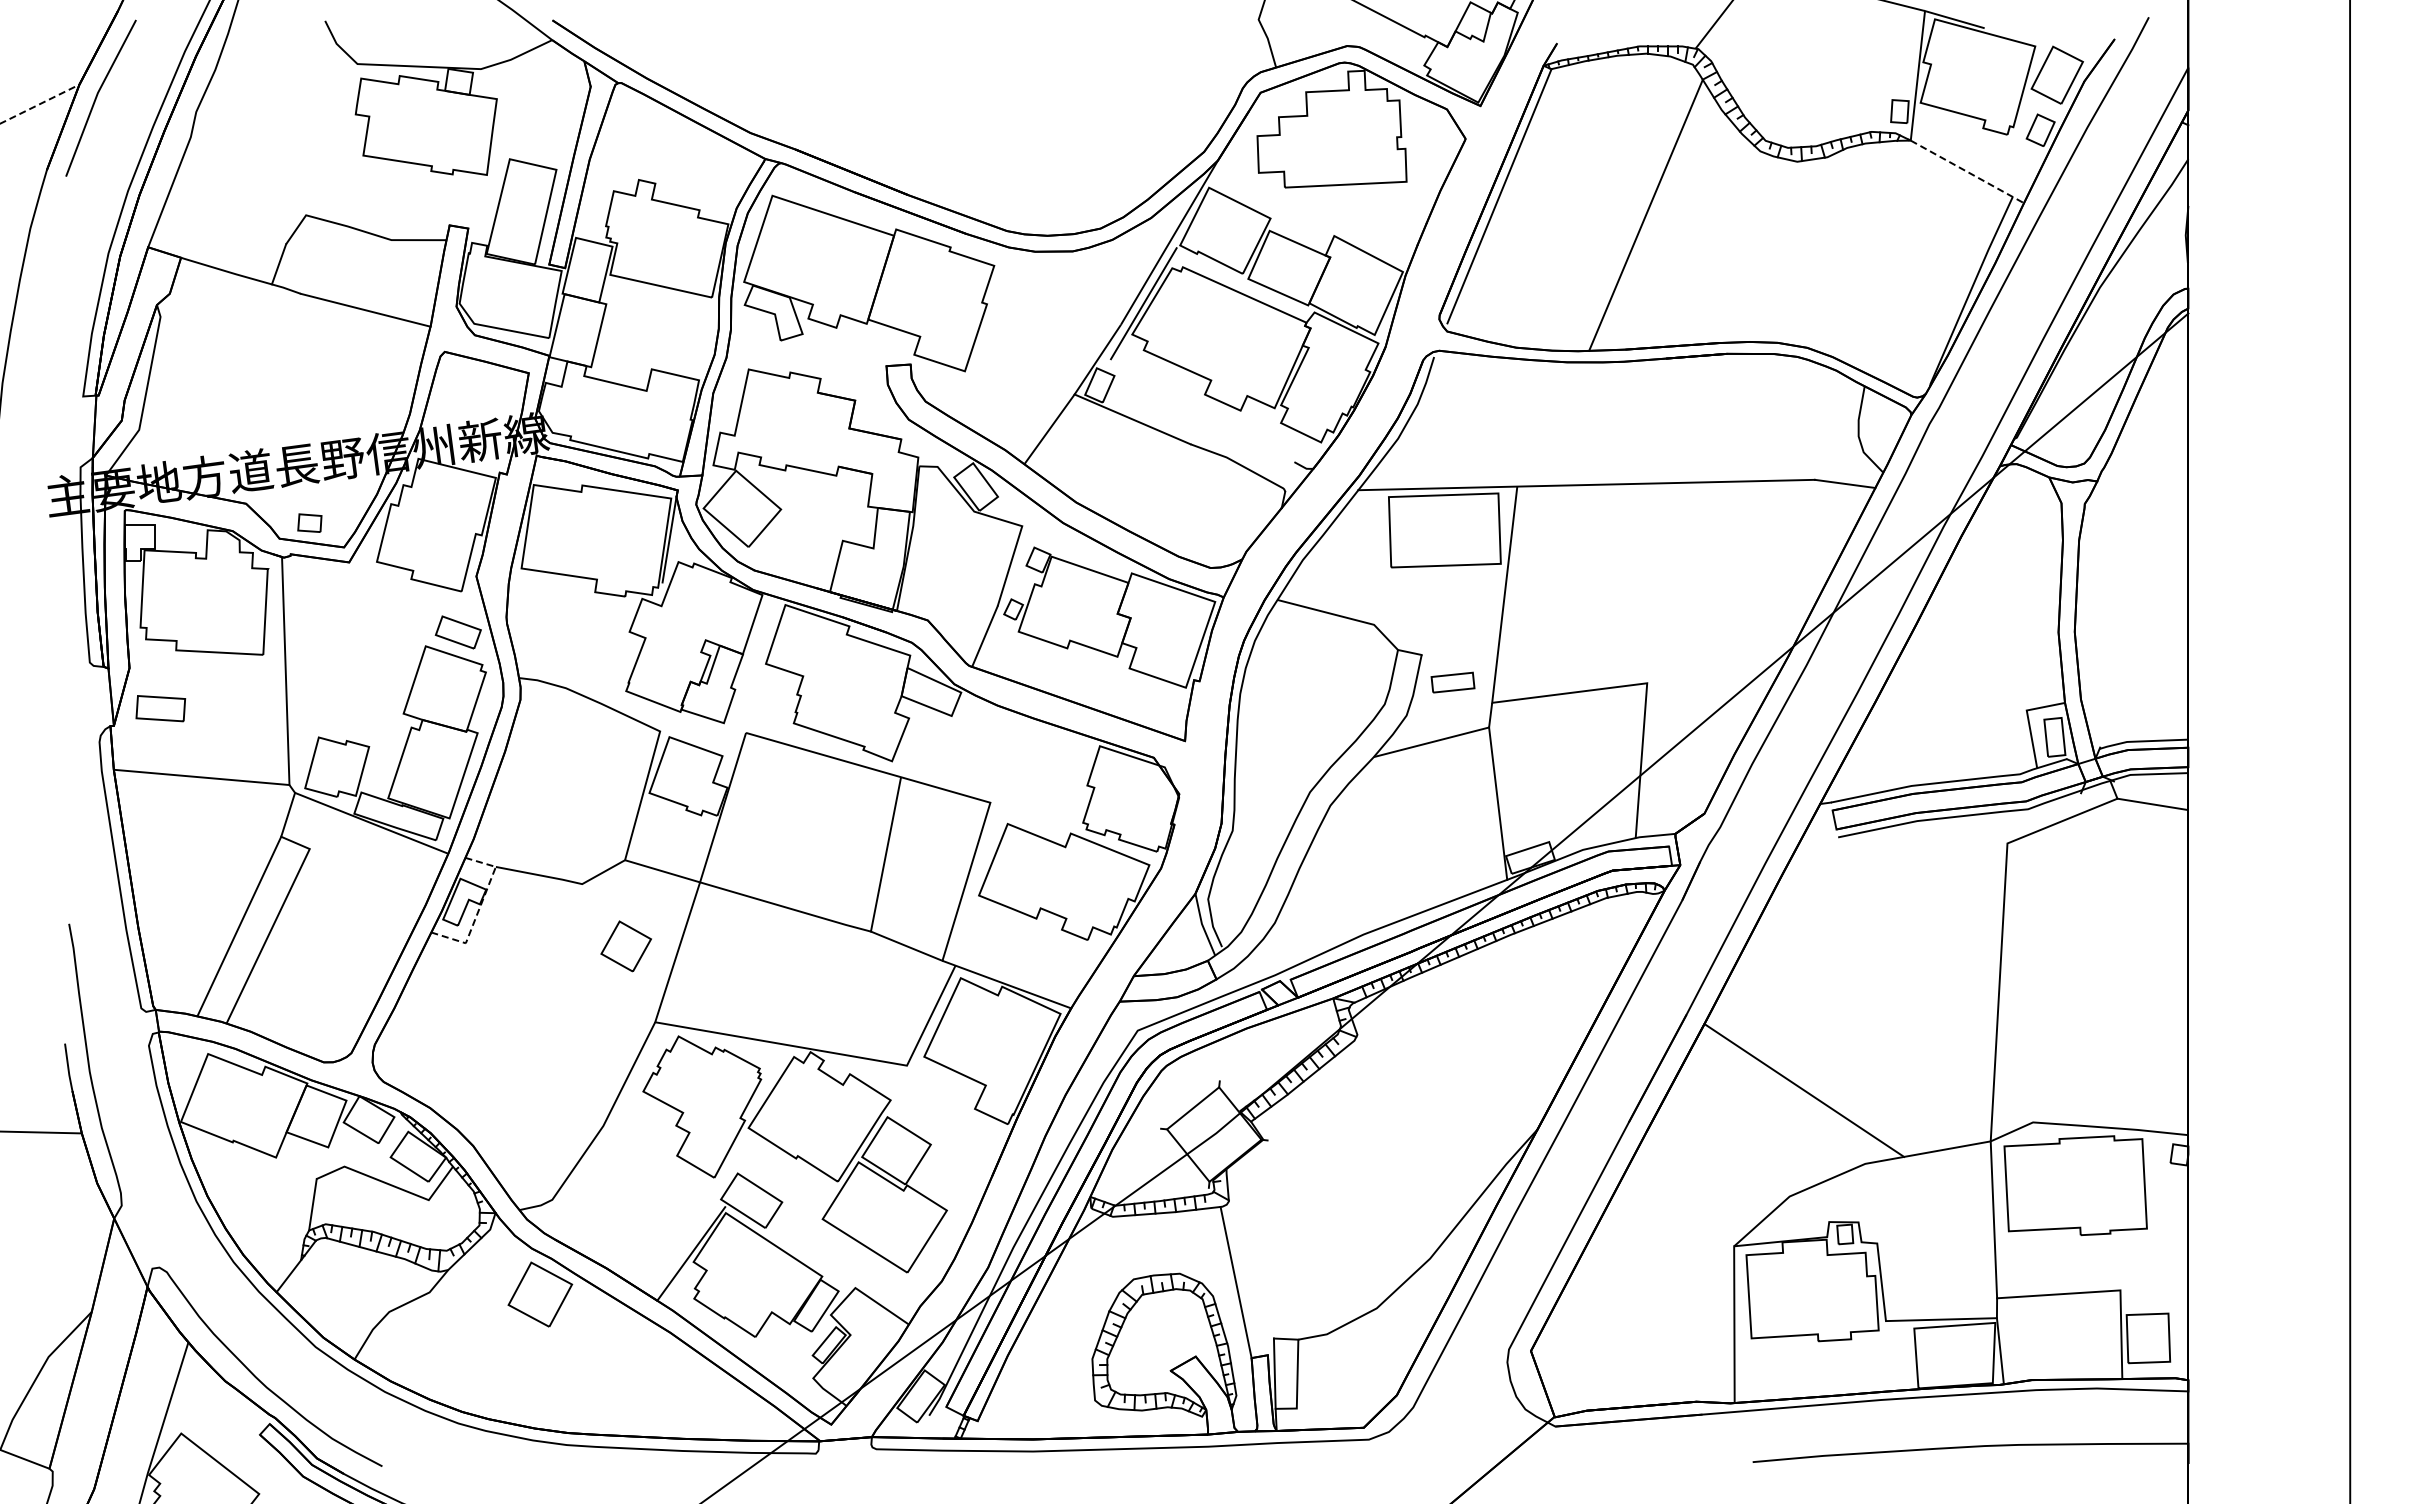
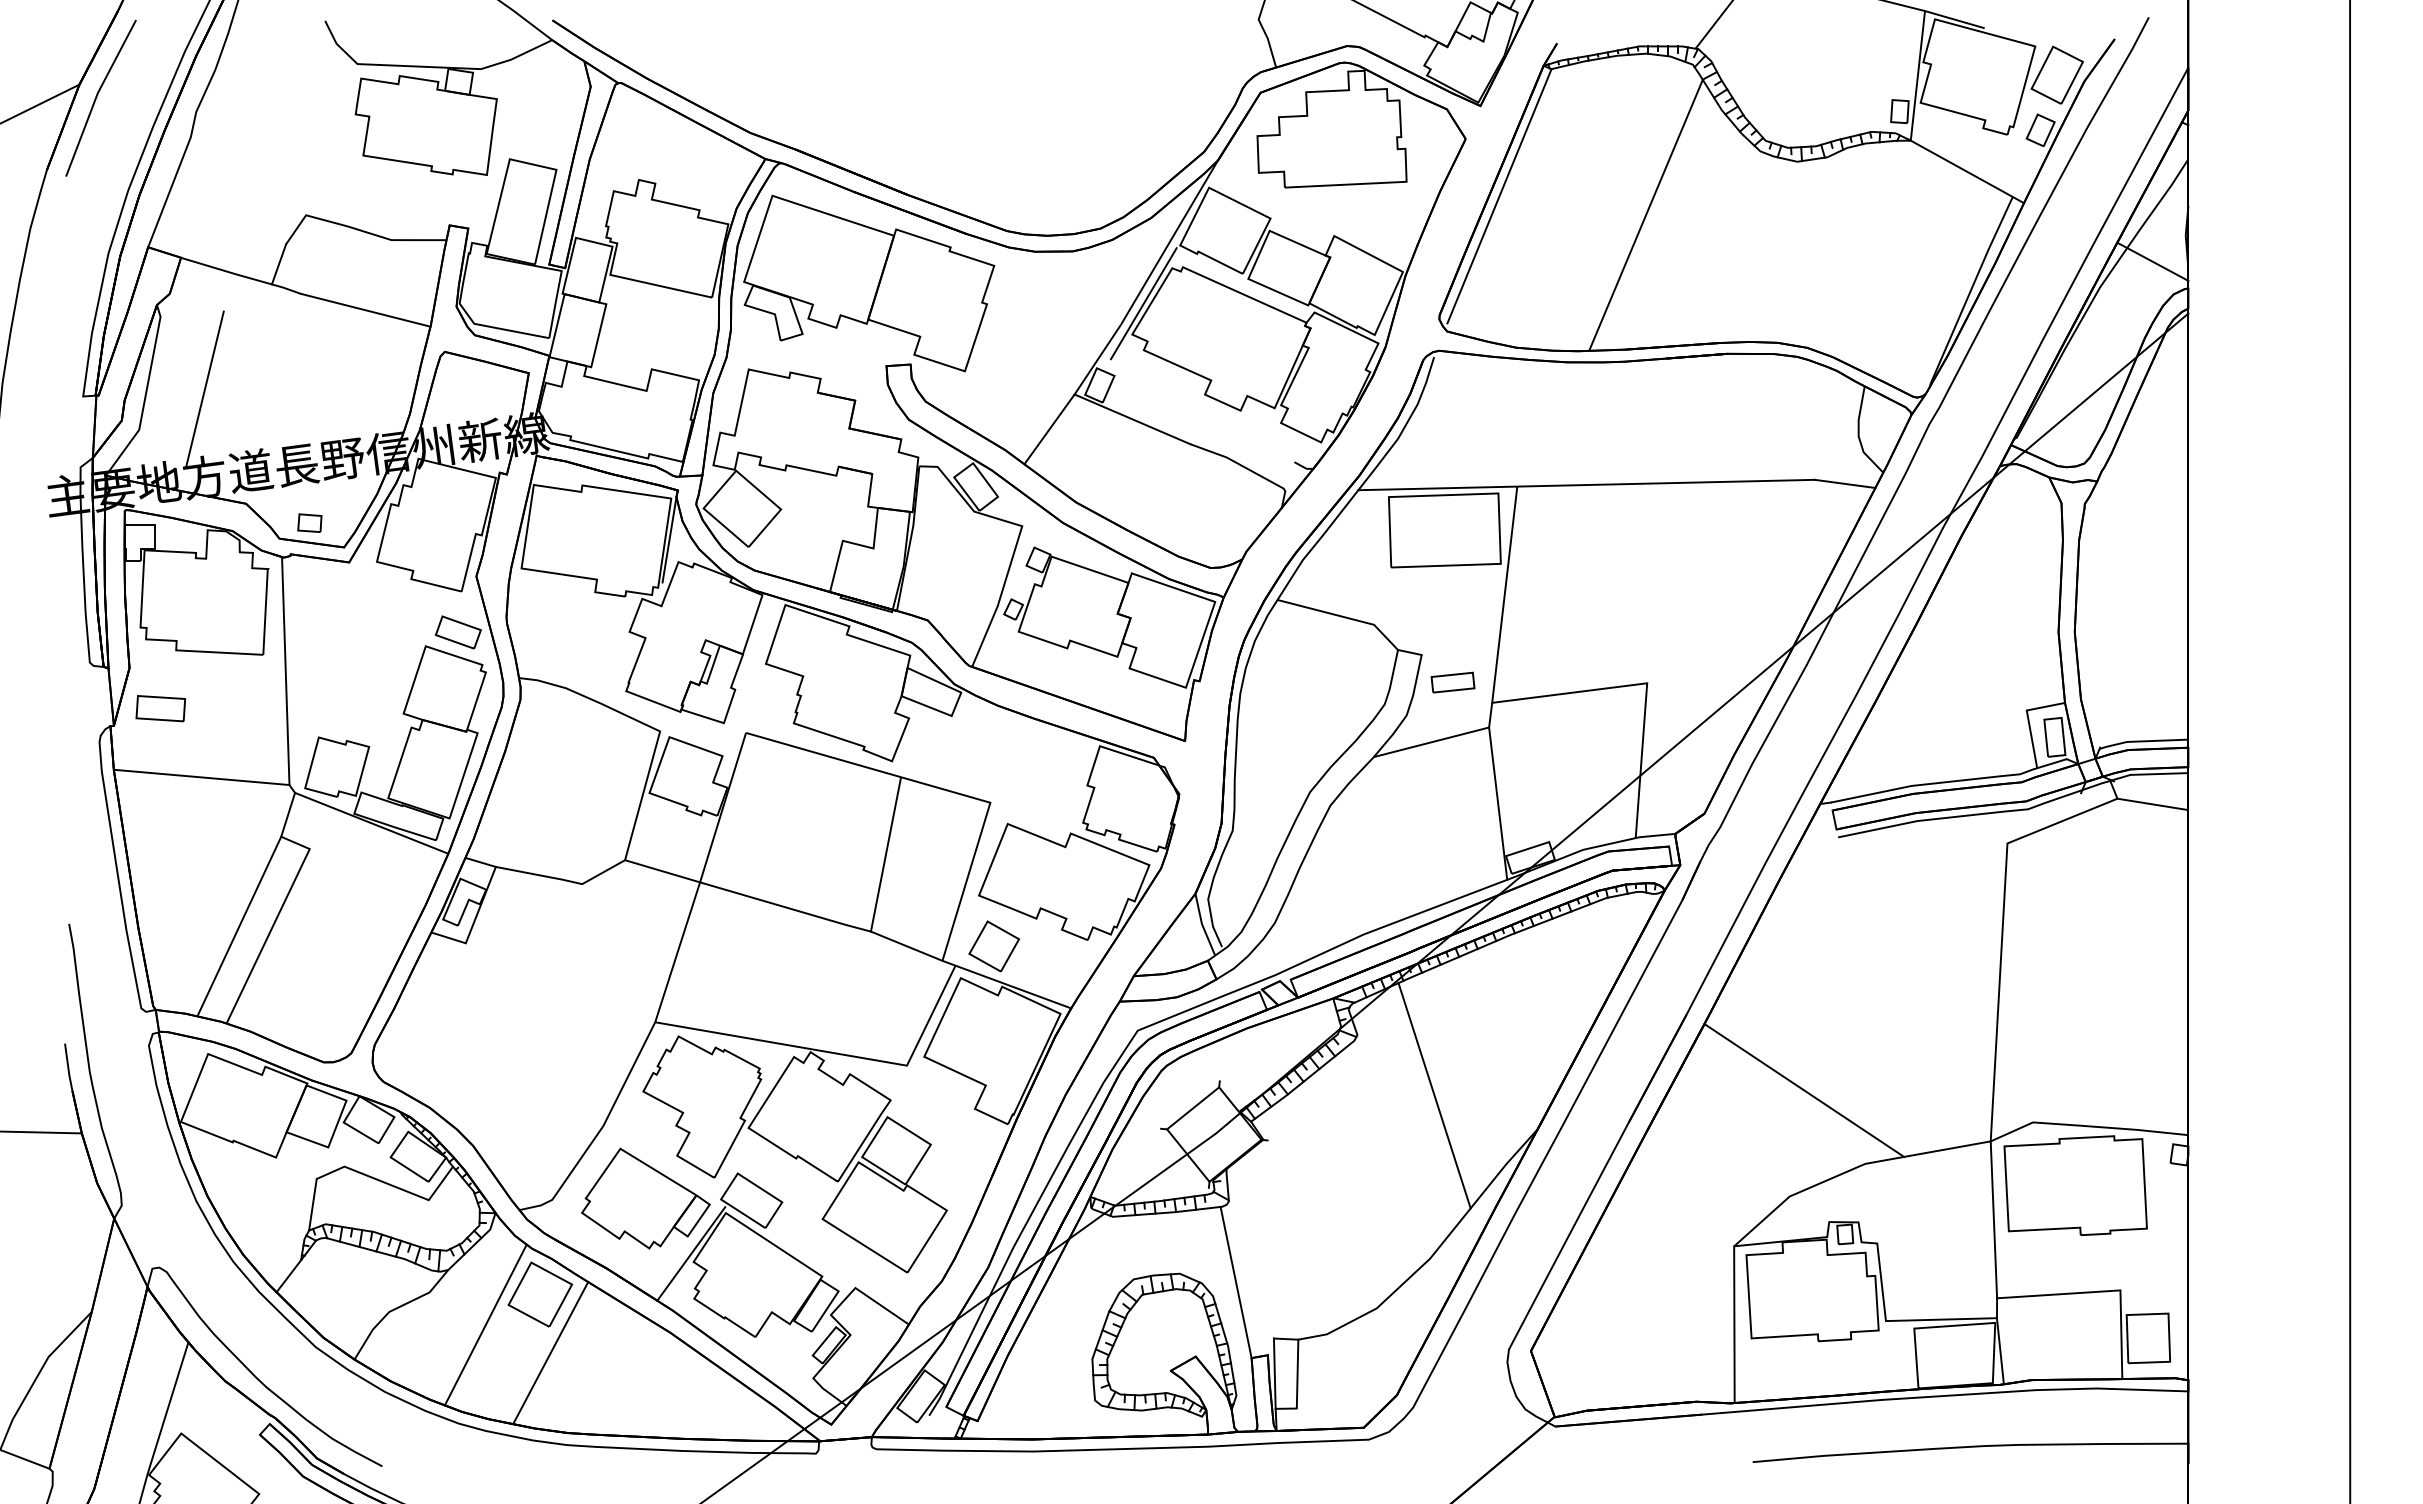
line at (40, 104): dashed -> solid
line at (1967, 171): dashed -> solid
line at (2152, 261): none -> present
line at (204, 388): none -> present
line at (479, 907): dashed -> solid
part at (625, 946) position: (625, 946) -> (993, 946)
line at (1434, 1095): none -> present
part at (645, 1198): none -> present
line at (485, 1324): none -> present
line at (550, 1353): none -> present
